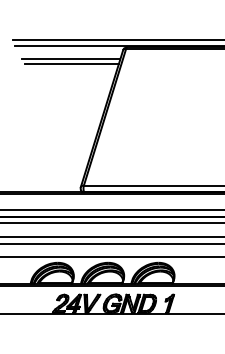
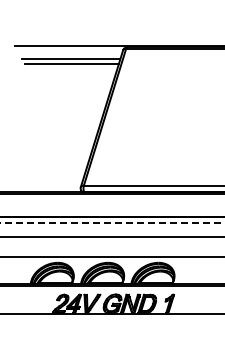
line at (116, 40): present -> none
line at (111, 210): present -> none
line at (112, 223): solid -> dashed
line at (111, 243): present -> none
